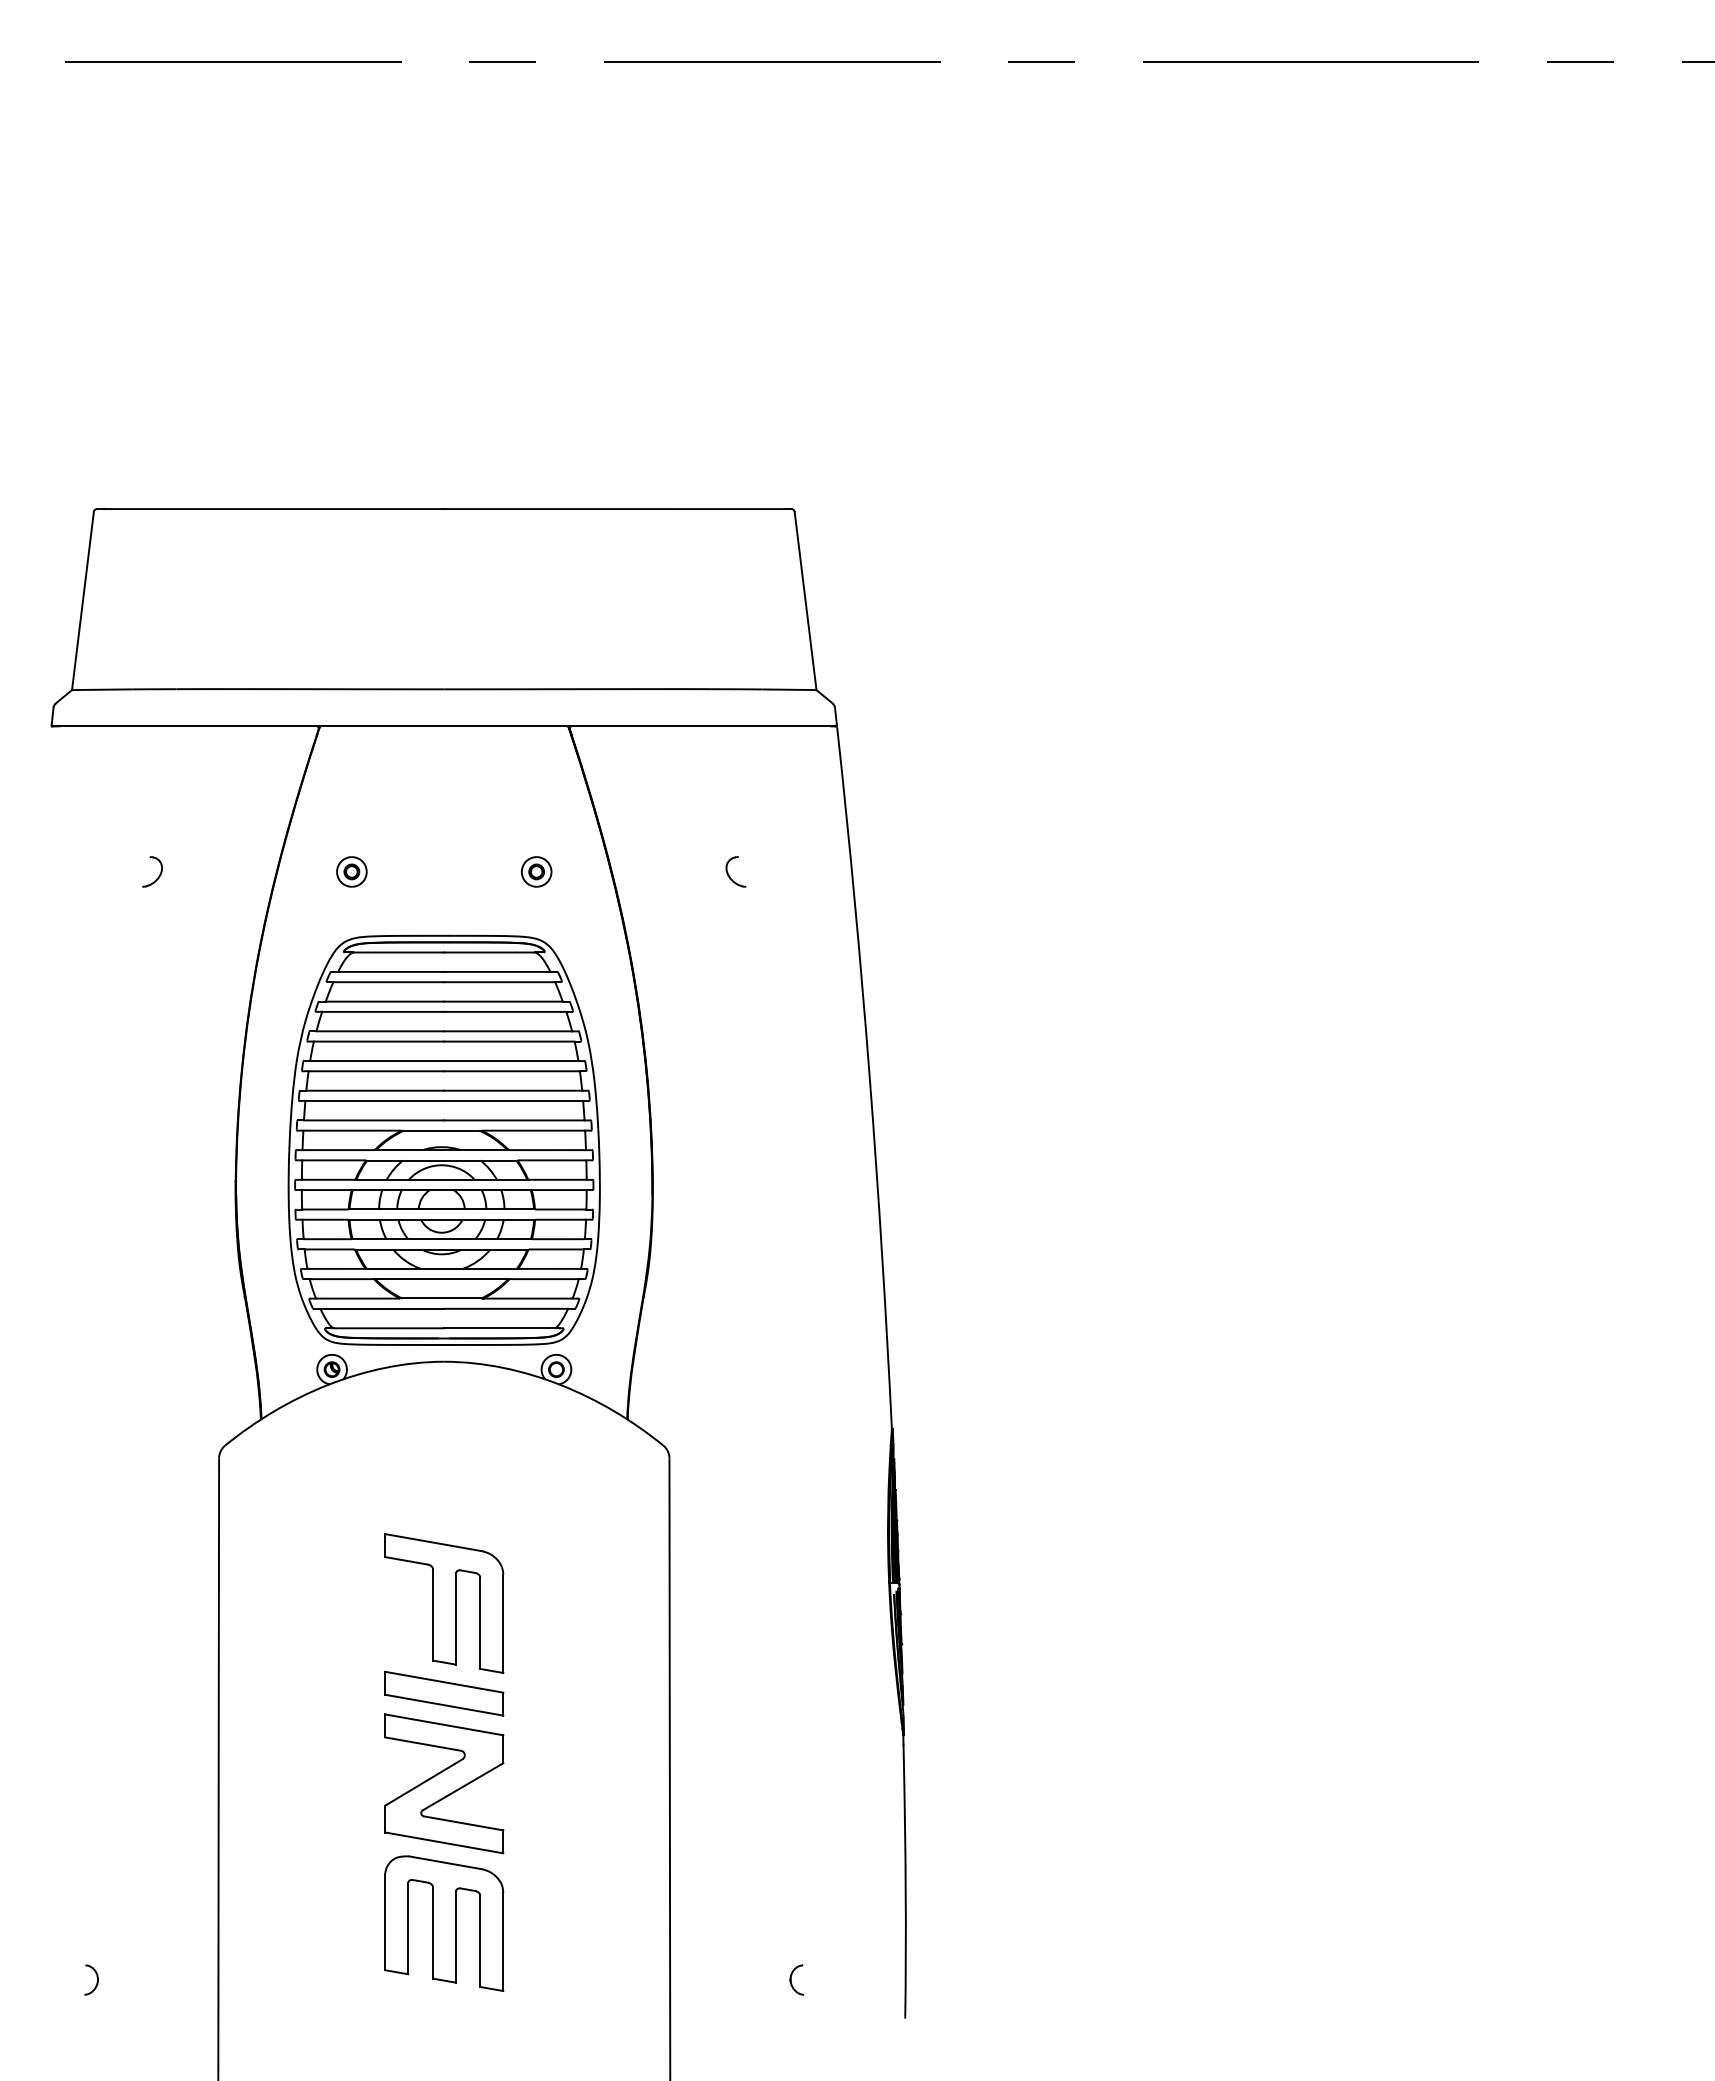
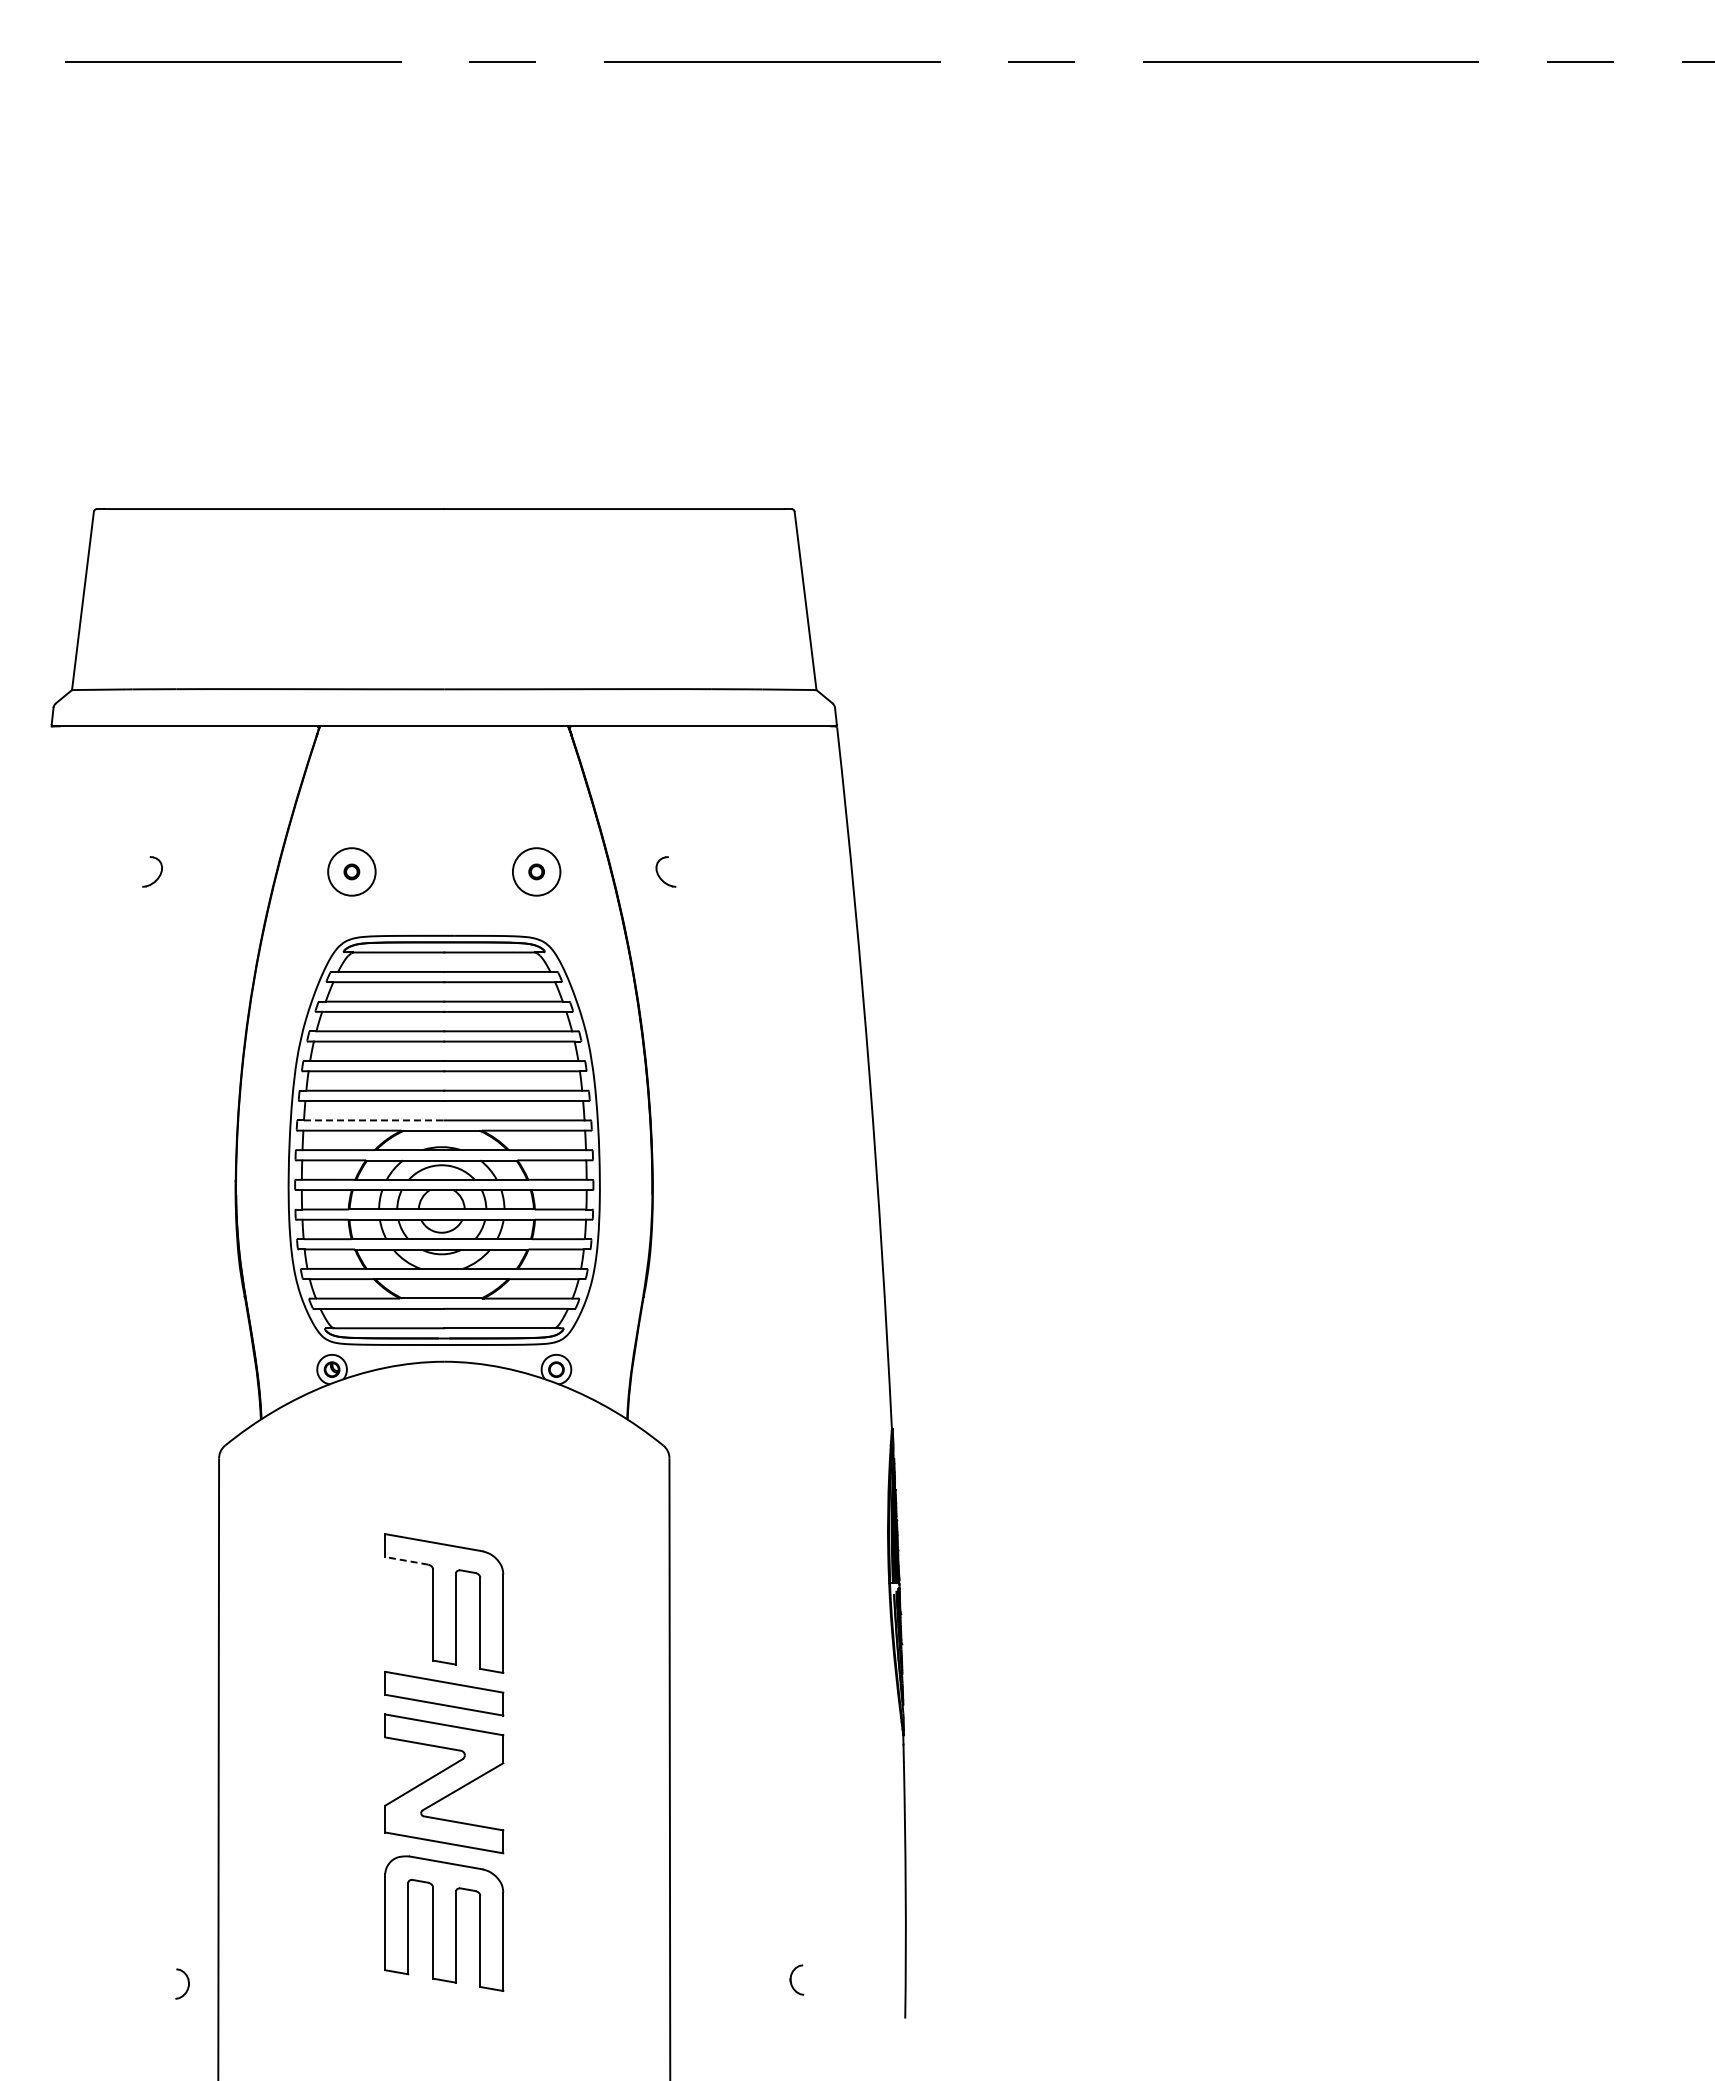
circle at (351, 871) diameter: 30 px -> 48 px
circle at (536, 871) diameter: 30 px -> 48 px
part at (728, 872) position: (728, 872) -> (658, 872)
line at (374, 1120): solid -> dashed
line at (406, 1560): solid -> dashed
part at (91, 1979) position: (91, 1979) -> (182, 1983)
